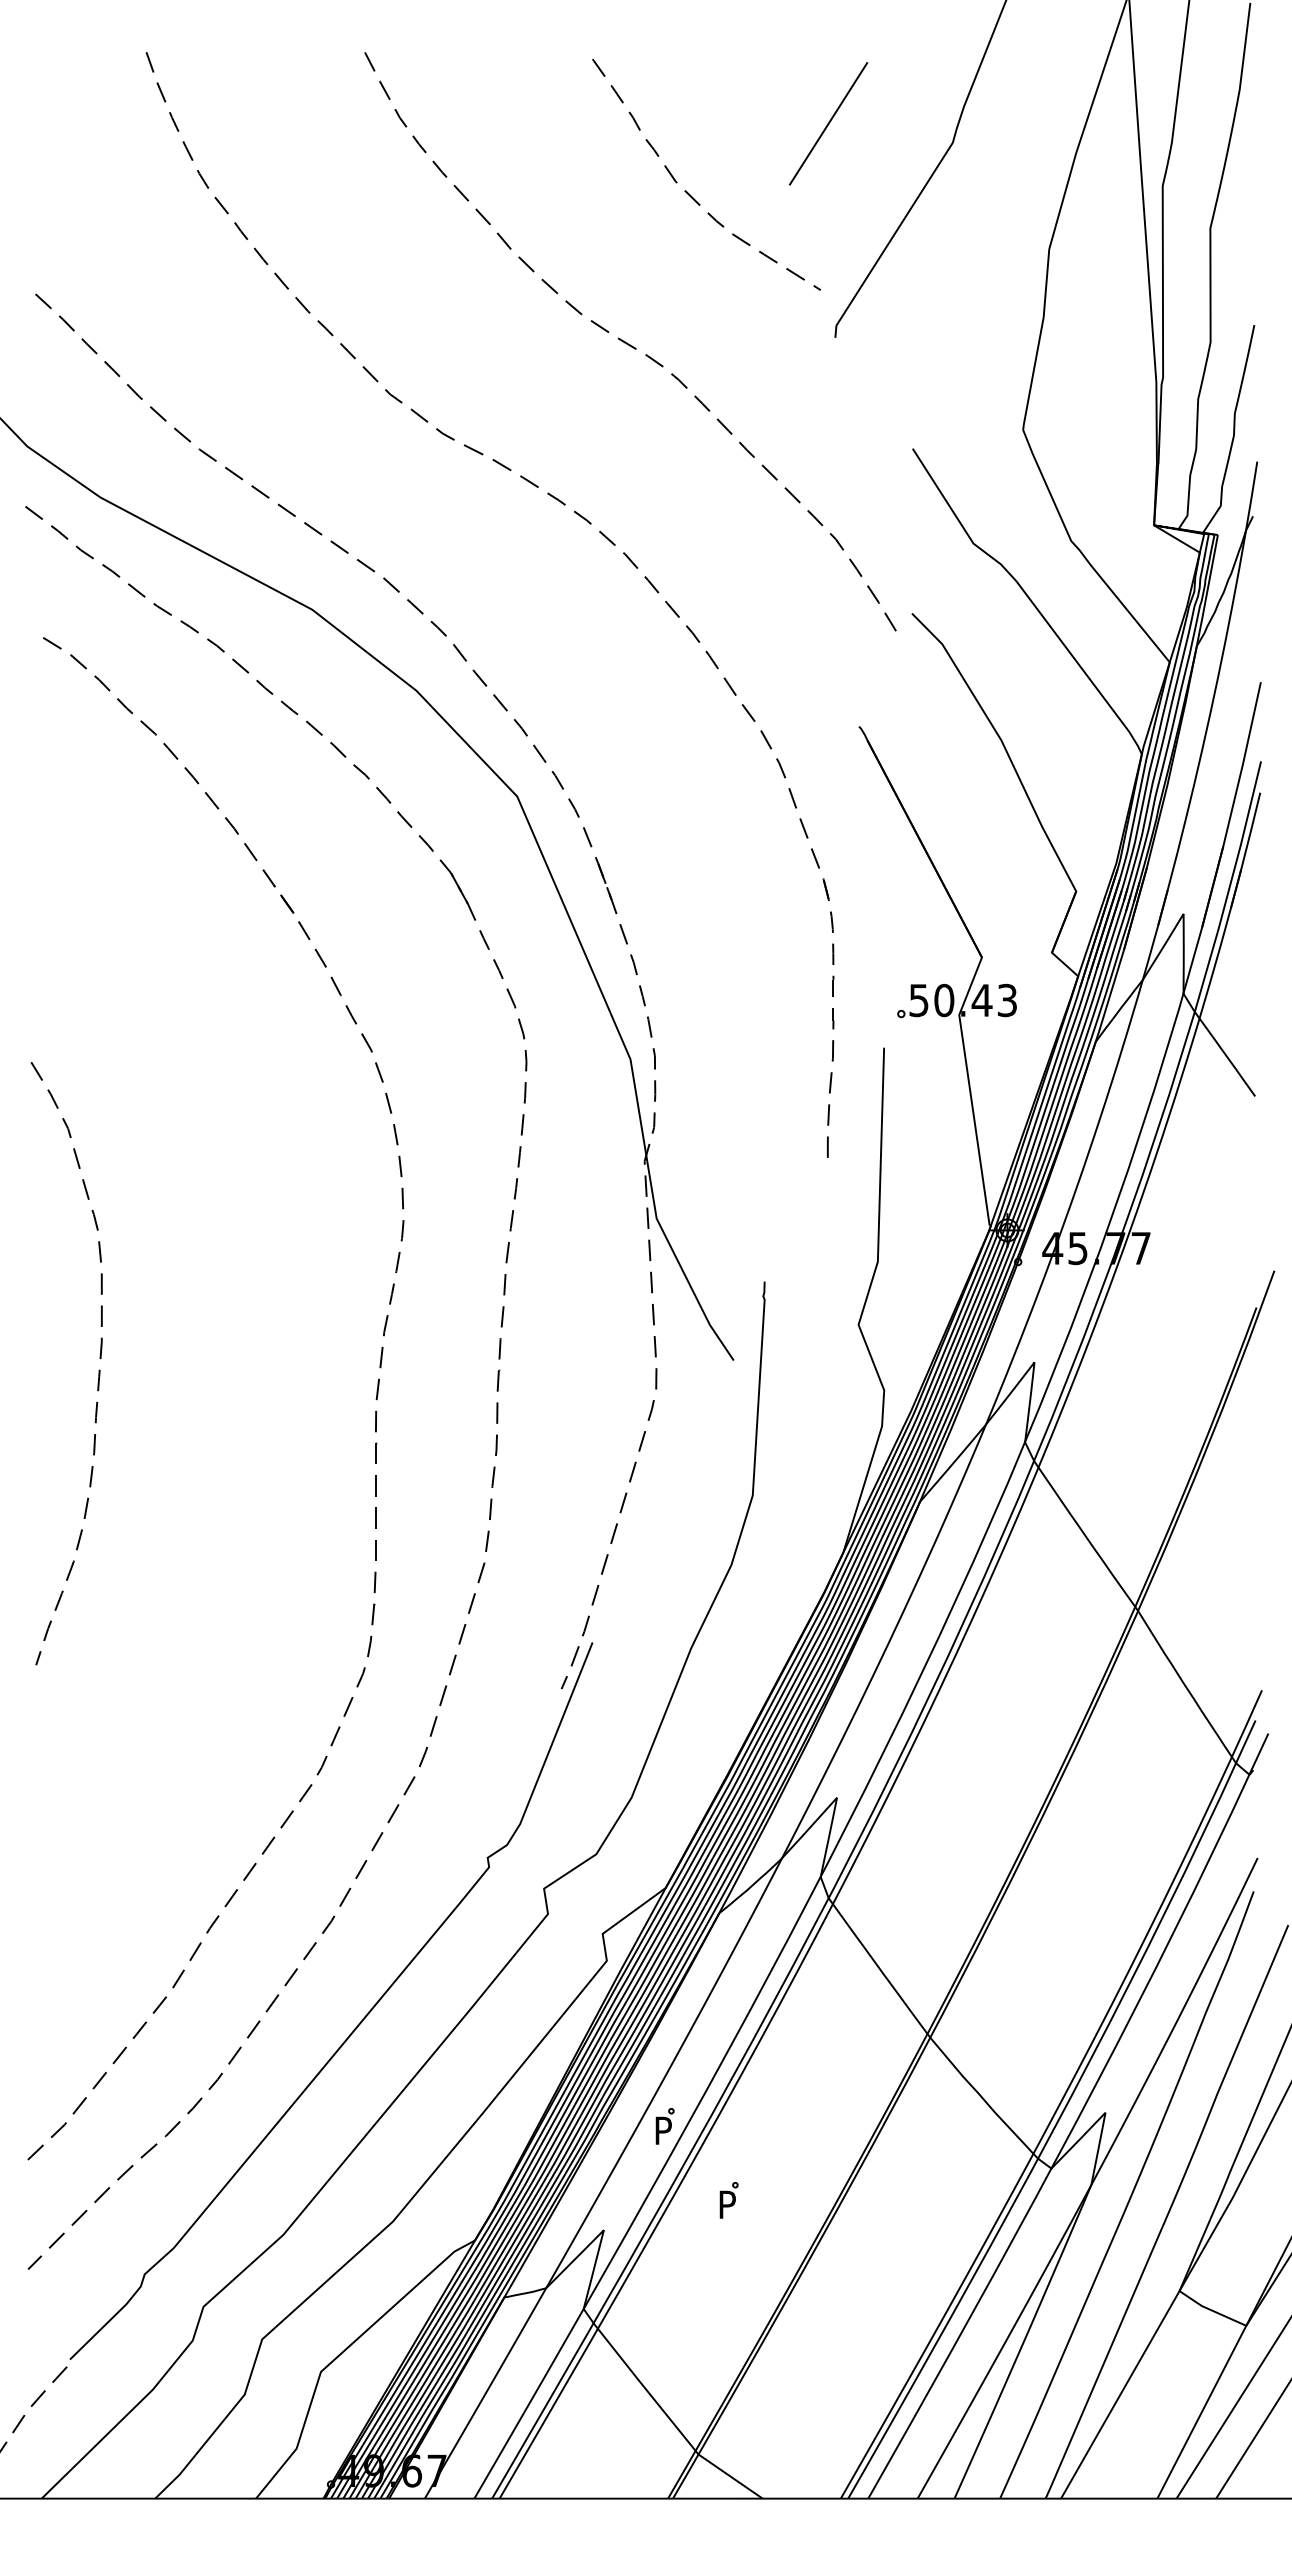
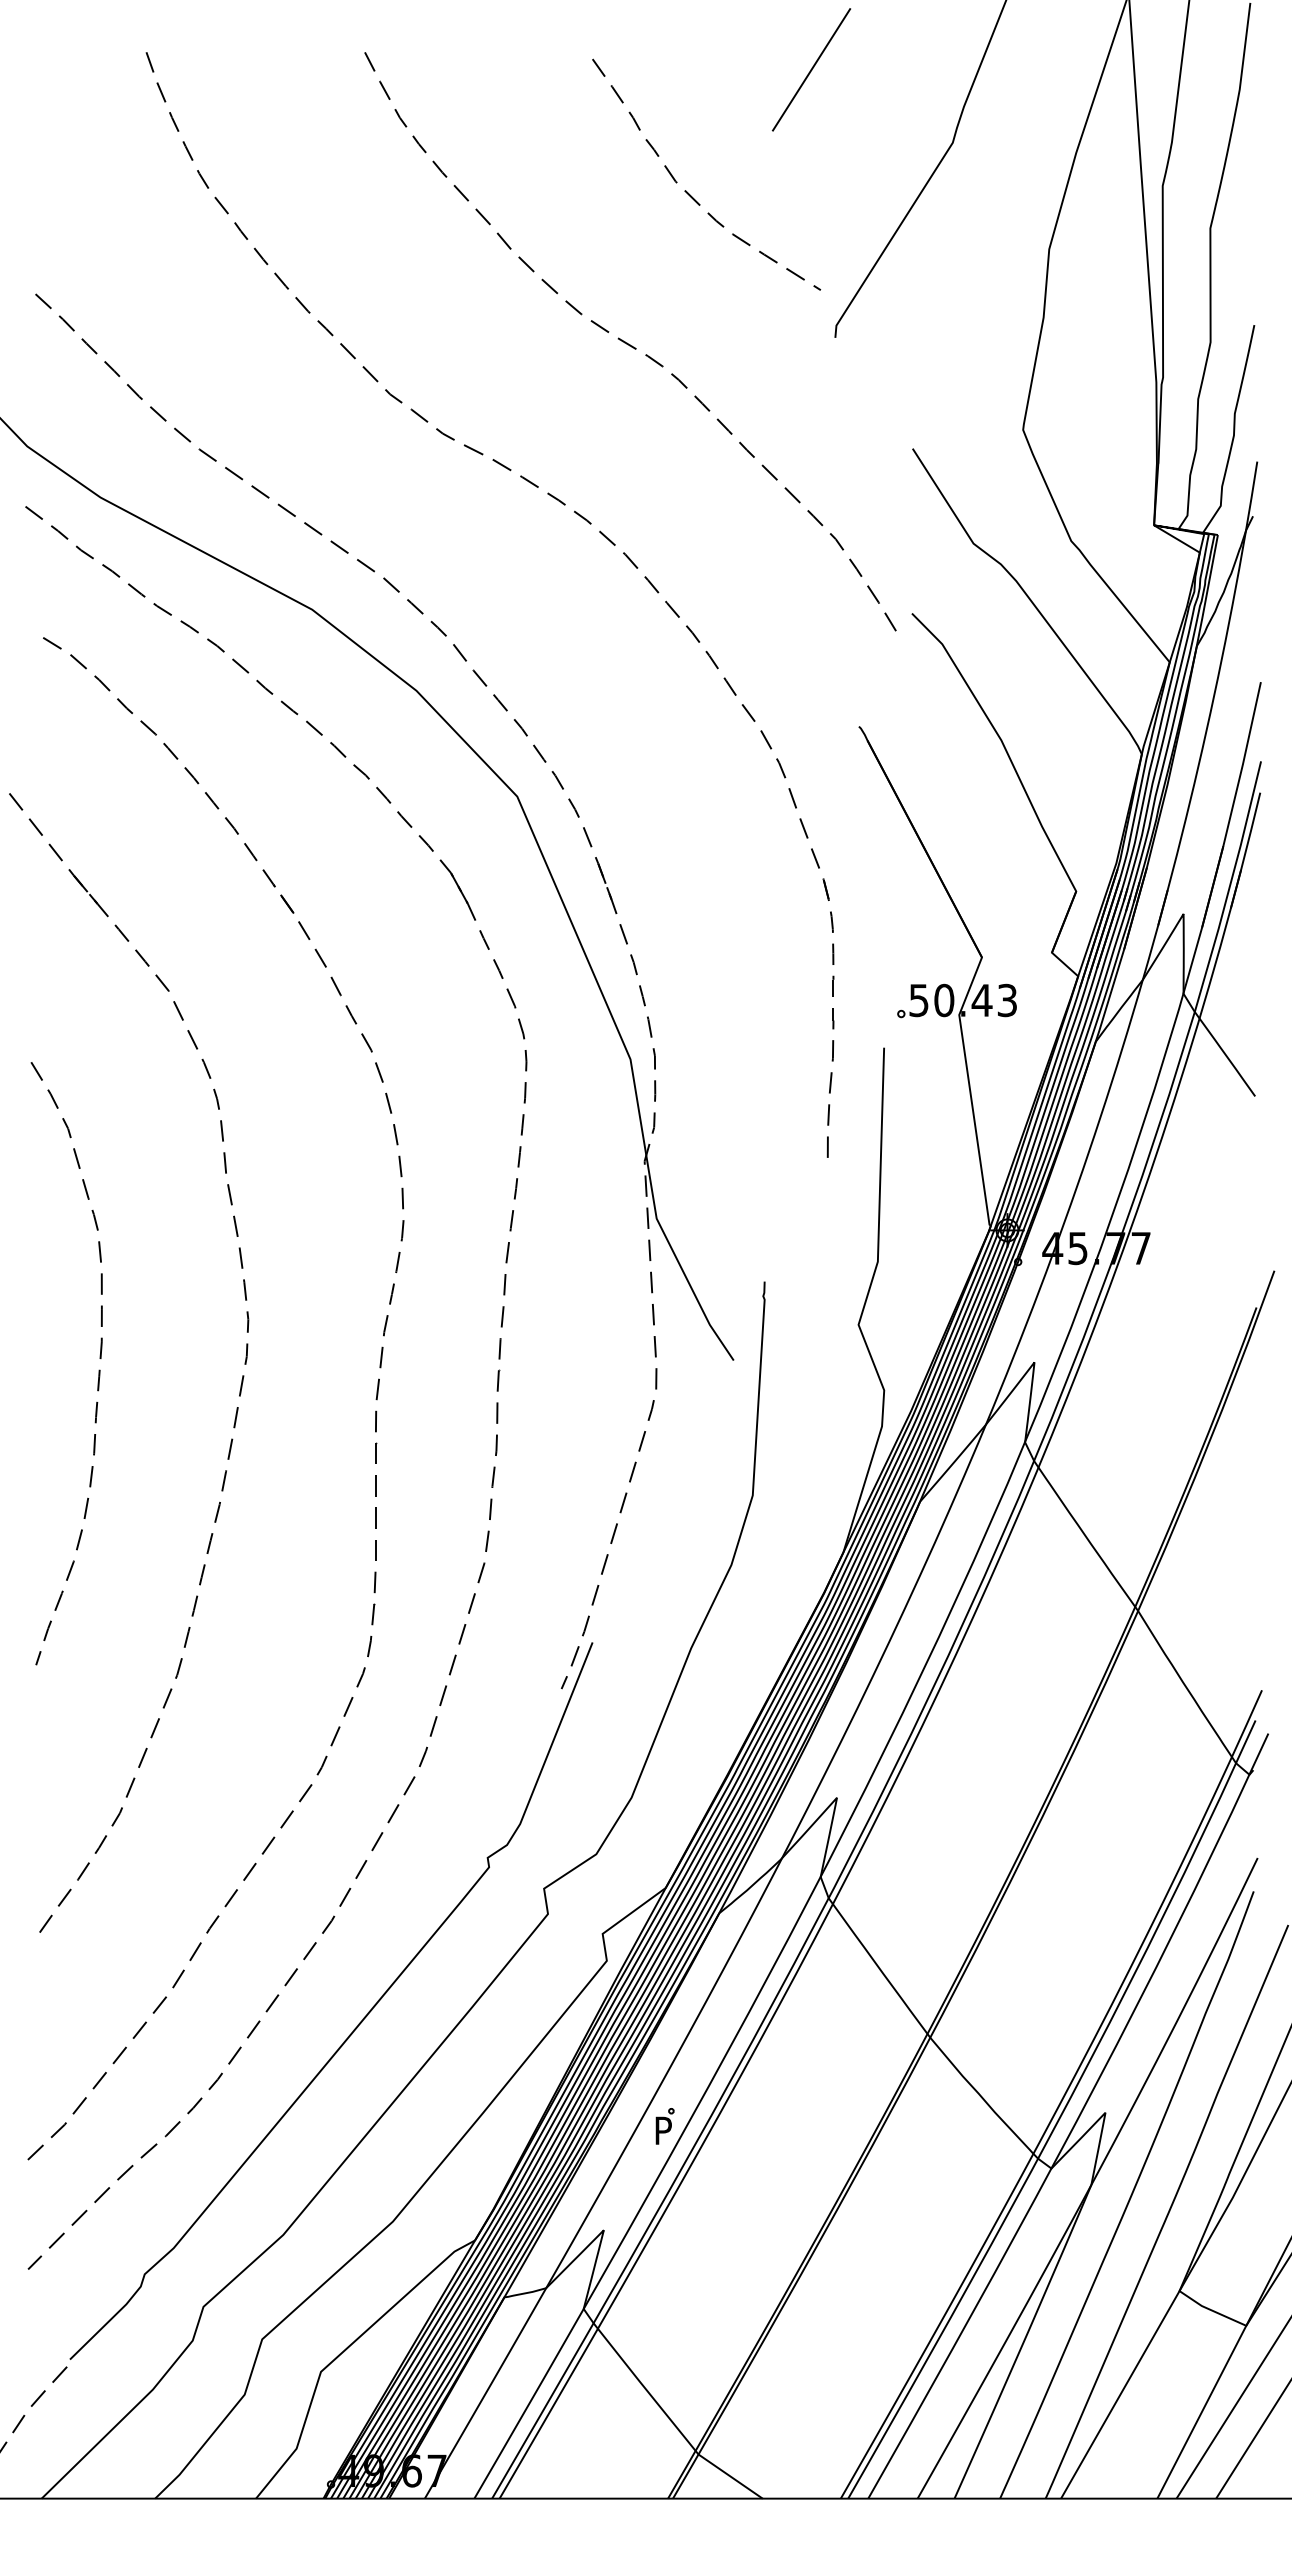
line at (828, 123) position: (828, 123) -> (811, 69)
part at (241, 1379): none -> present
part at (728, 2200): present -> none
